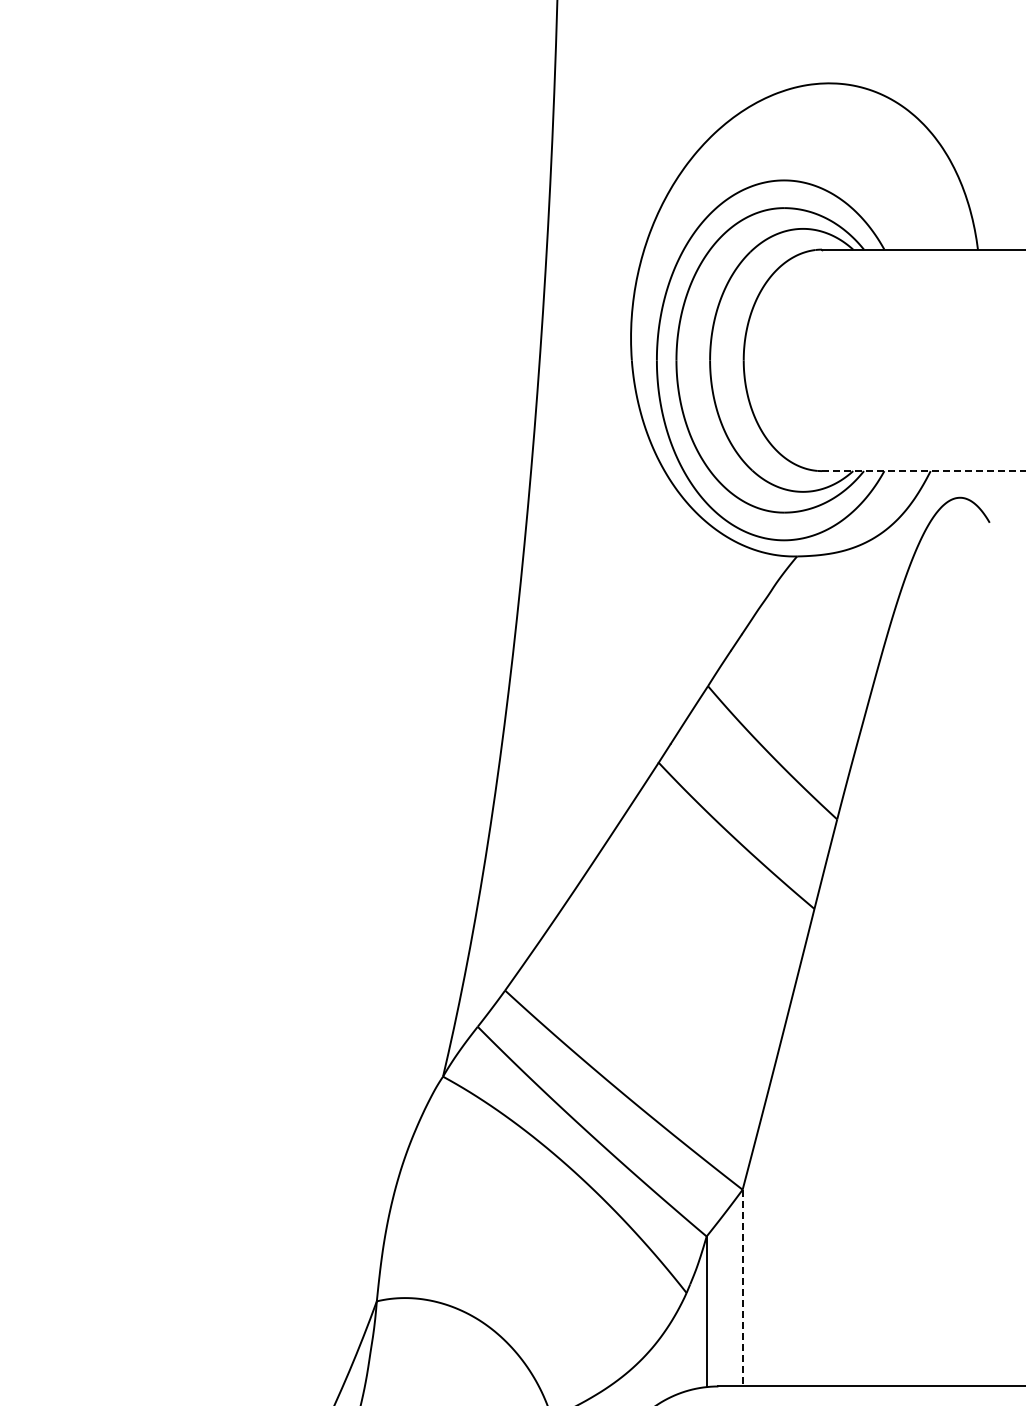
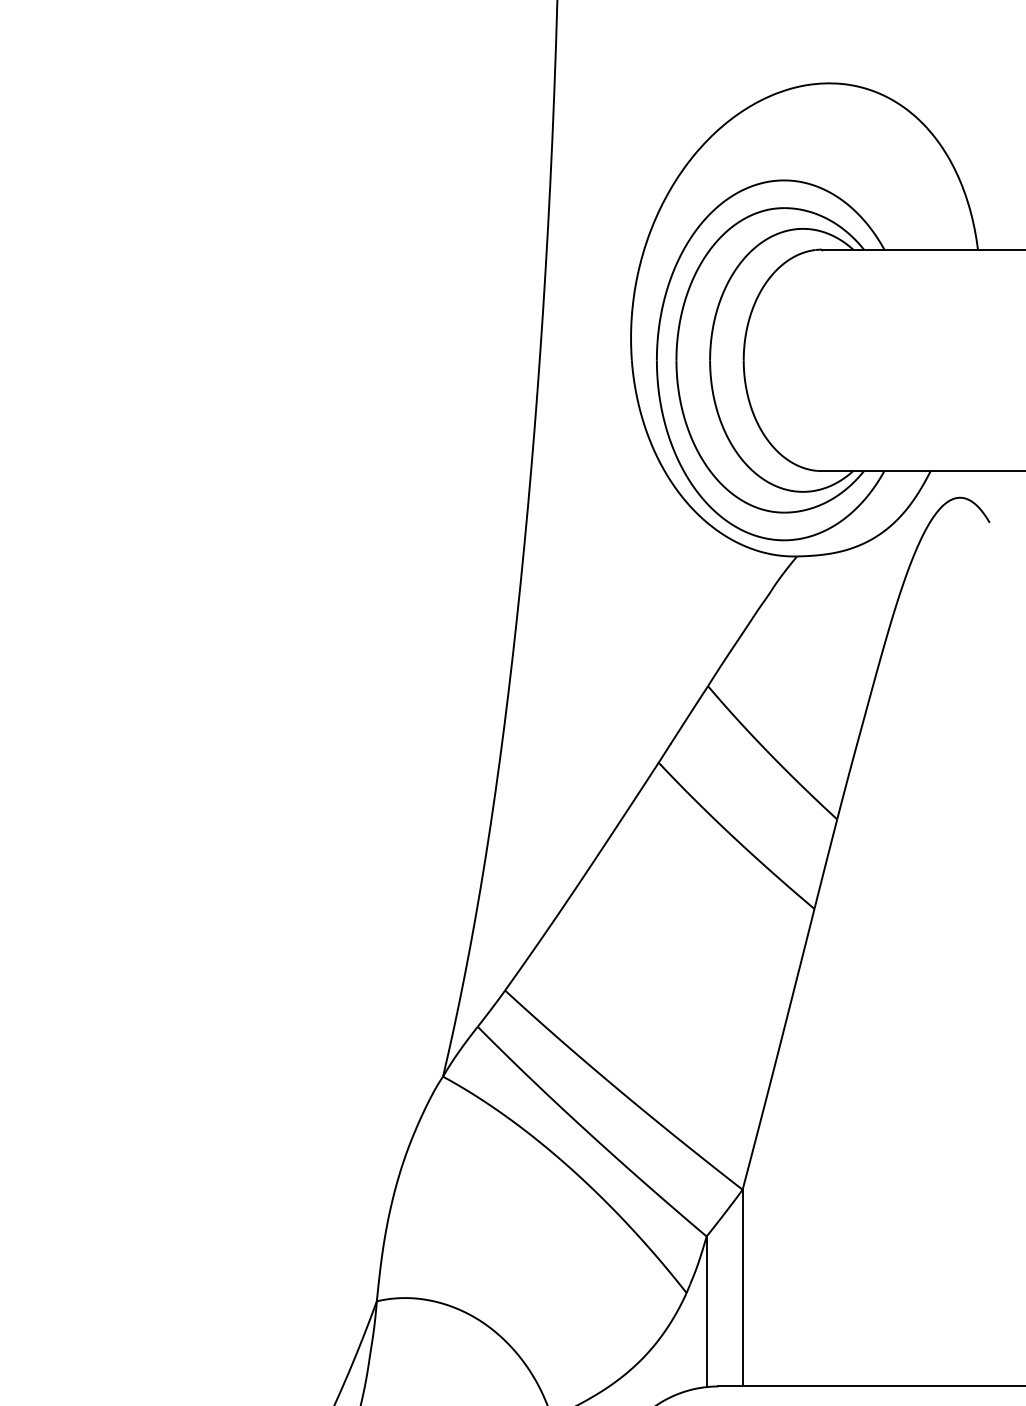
line at (923, 471): dashed -> solid
line at (742, 1288): dashed -> solid
